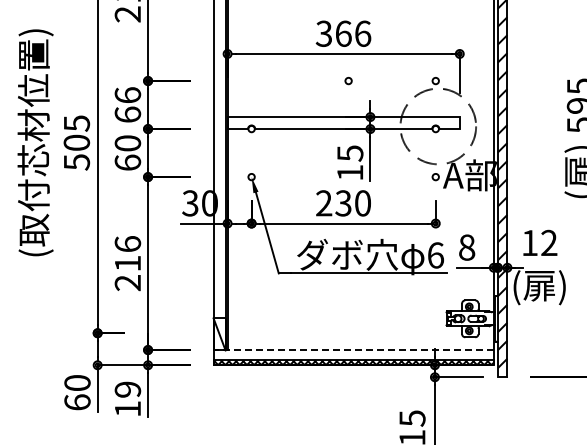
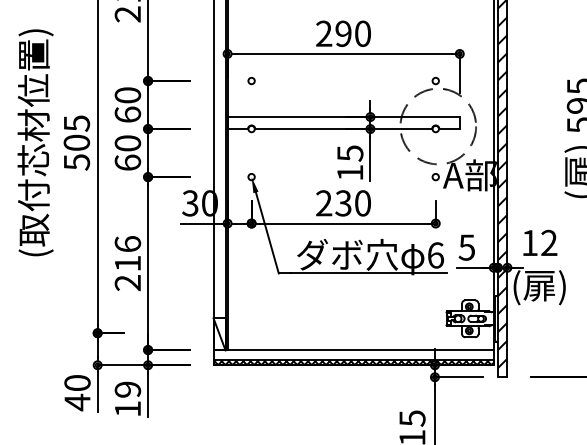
text at (343, 33): 366 -> 290
circle at (348, 81) position: (348, 81) -> (251, 81)
text at (127, 95): 66 -> 60
text at (466, 247): 8 -> 5
line at (353, 350): dashed -> solid
text at (77, 402): 60 -> 40
